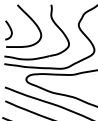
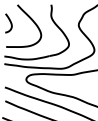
curve at (10, 30) position: (10, 30) -> (10, 23)
